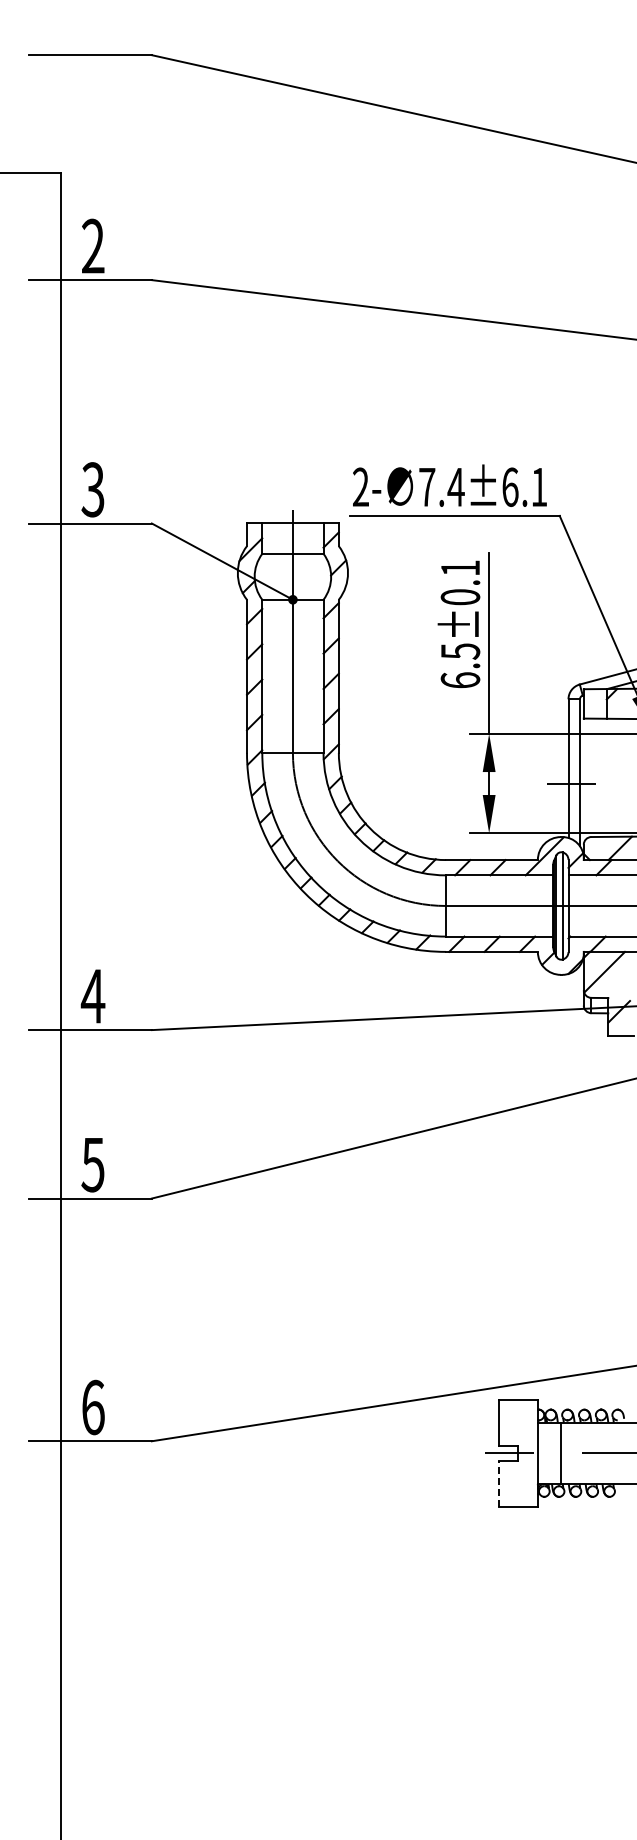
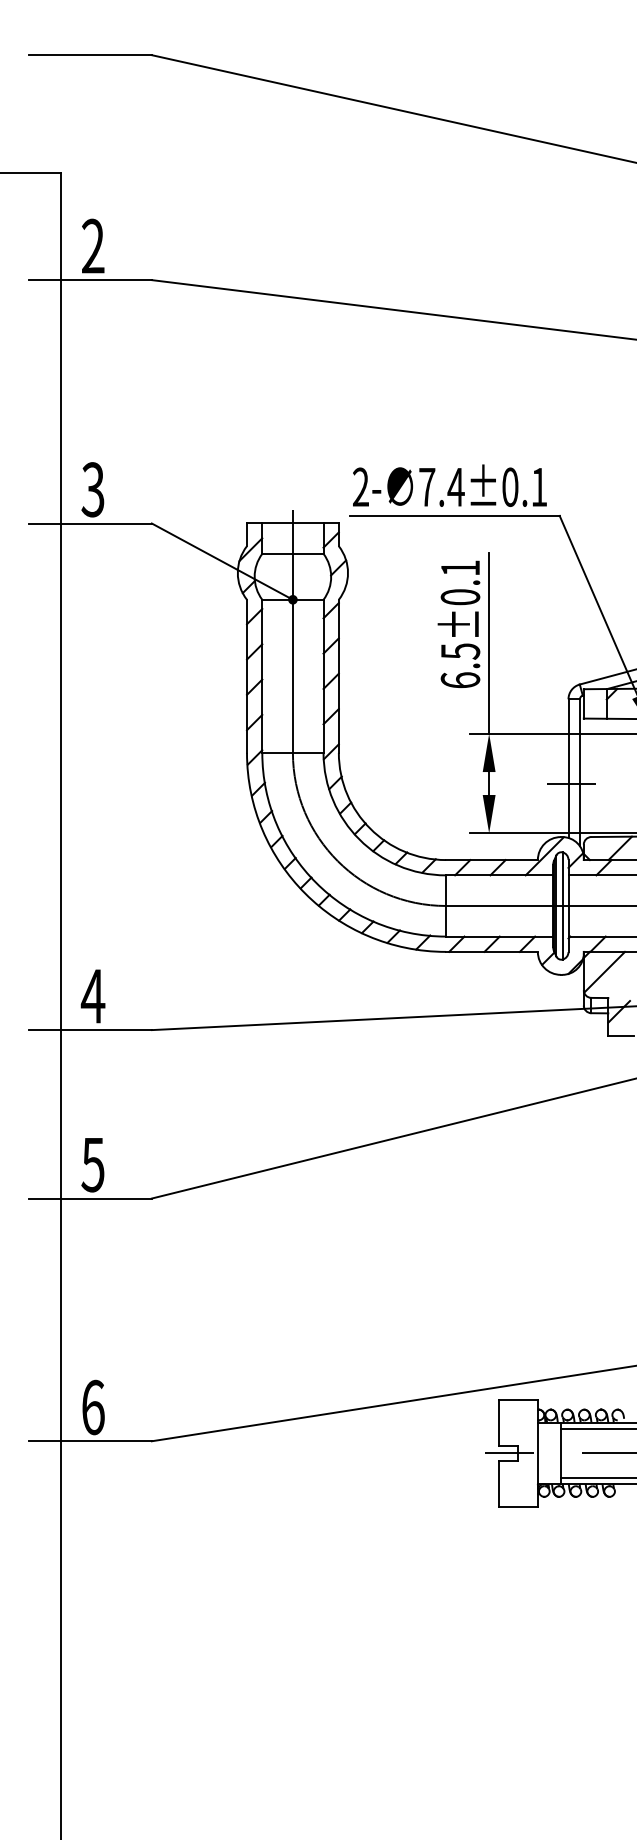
text at (510, 486): 7.4±6.1 -> 7.4±0.1
line at (596, 1428): none -> present
line at (596, 1477): none -> present
line at (499, 1483): dashed -> solid
